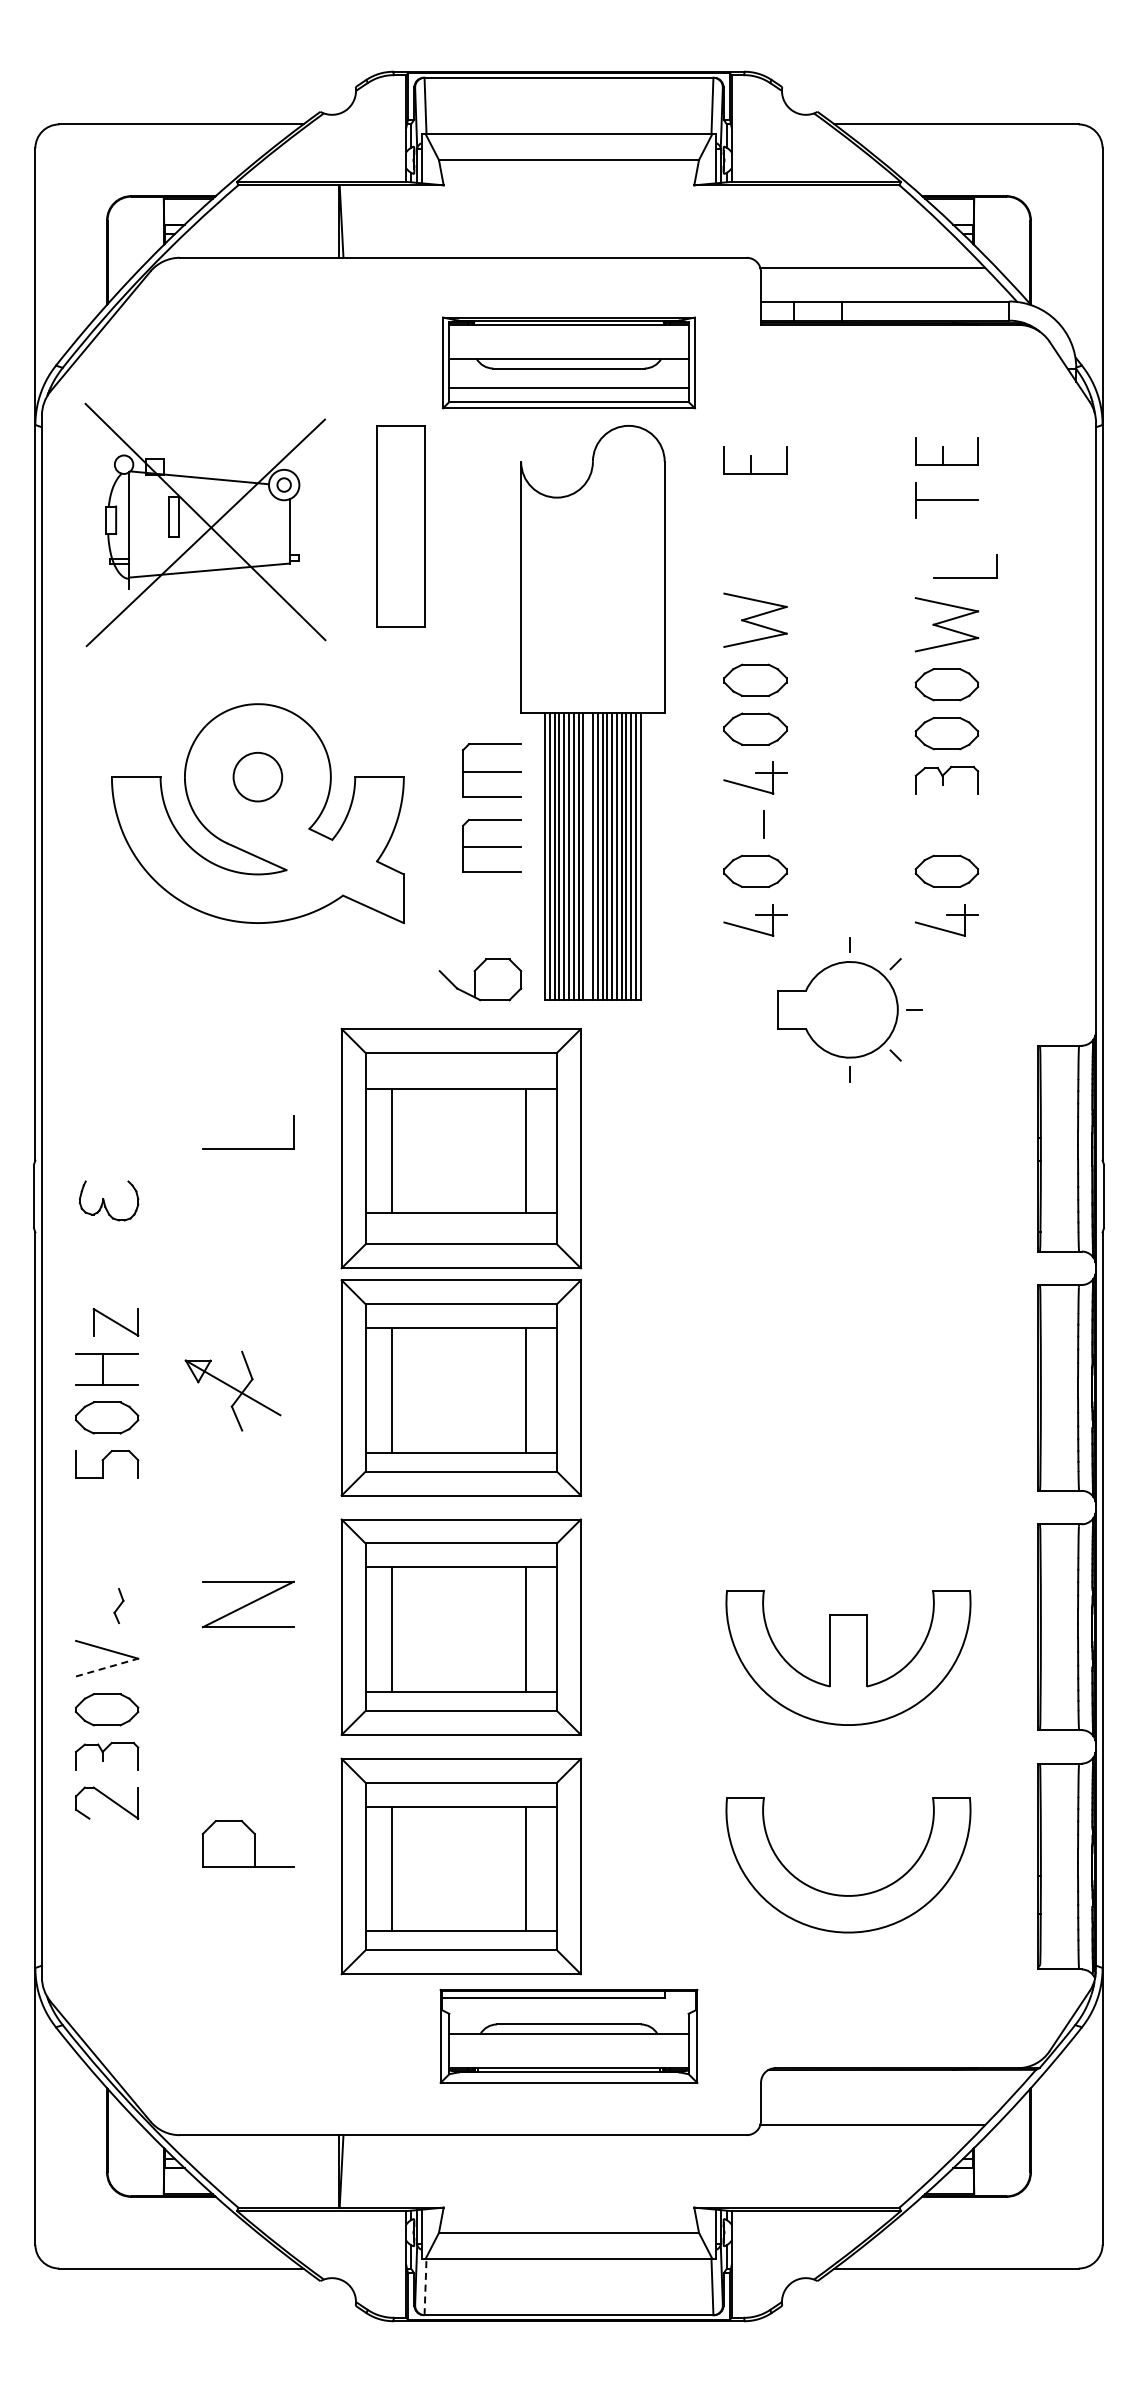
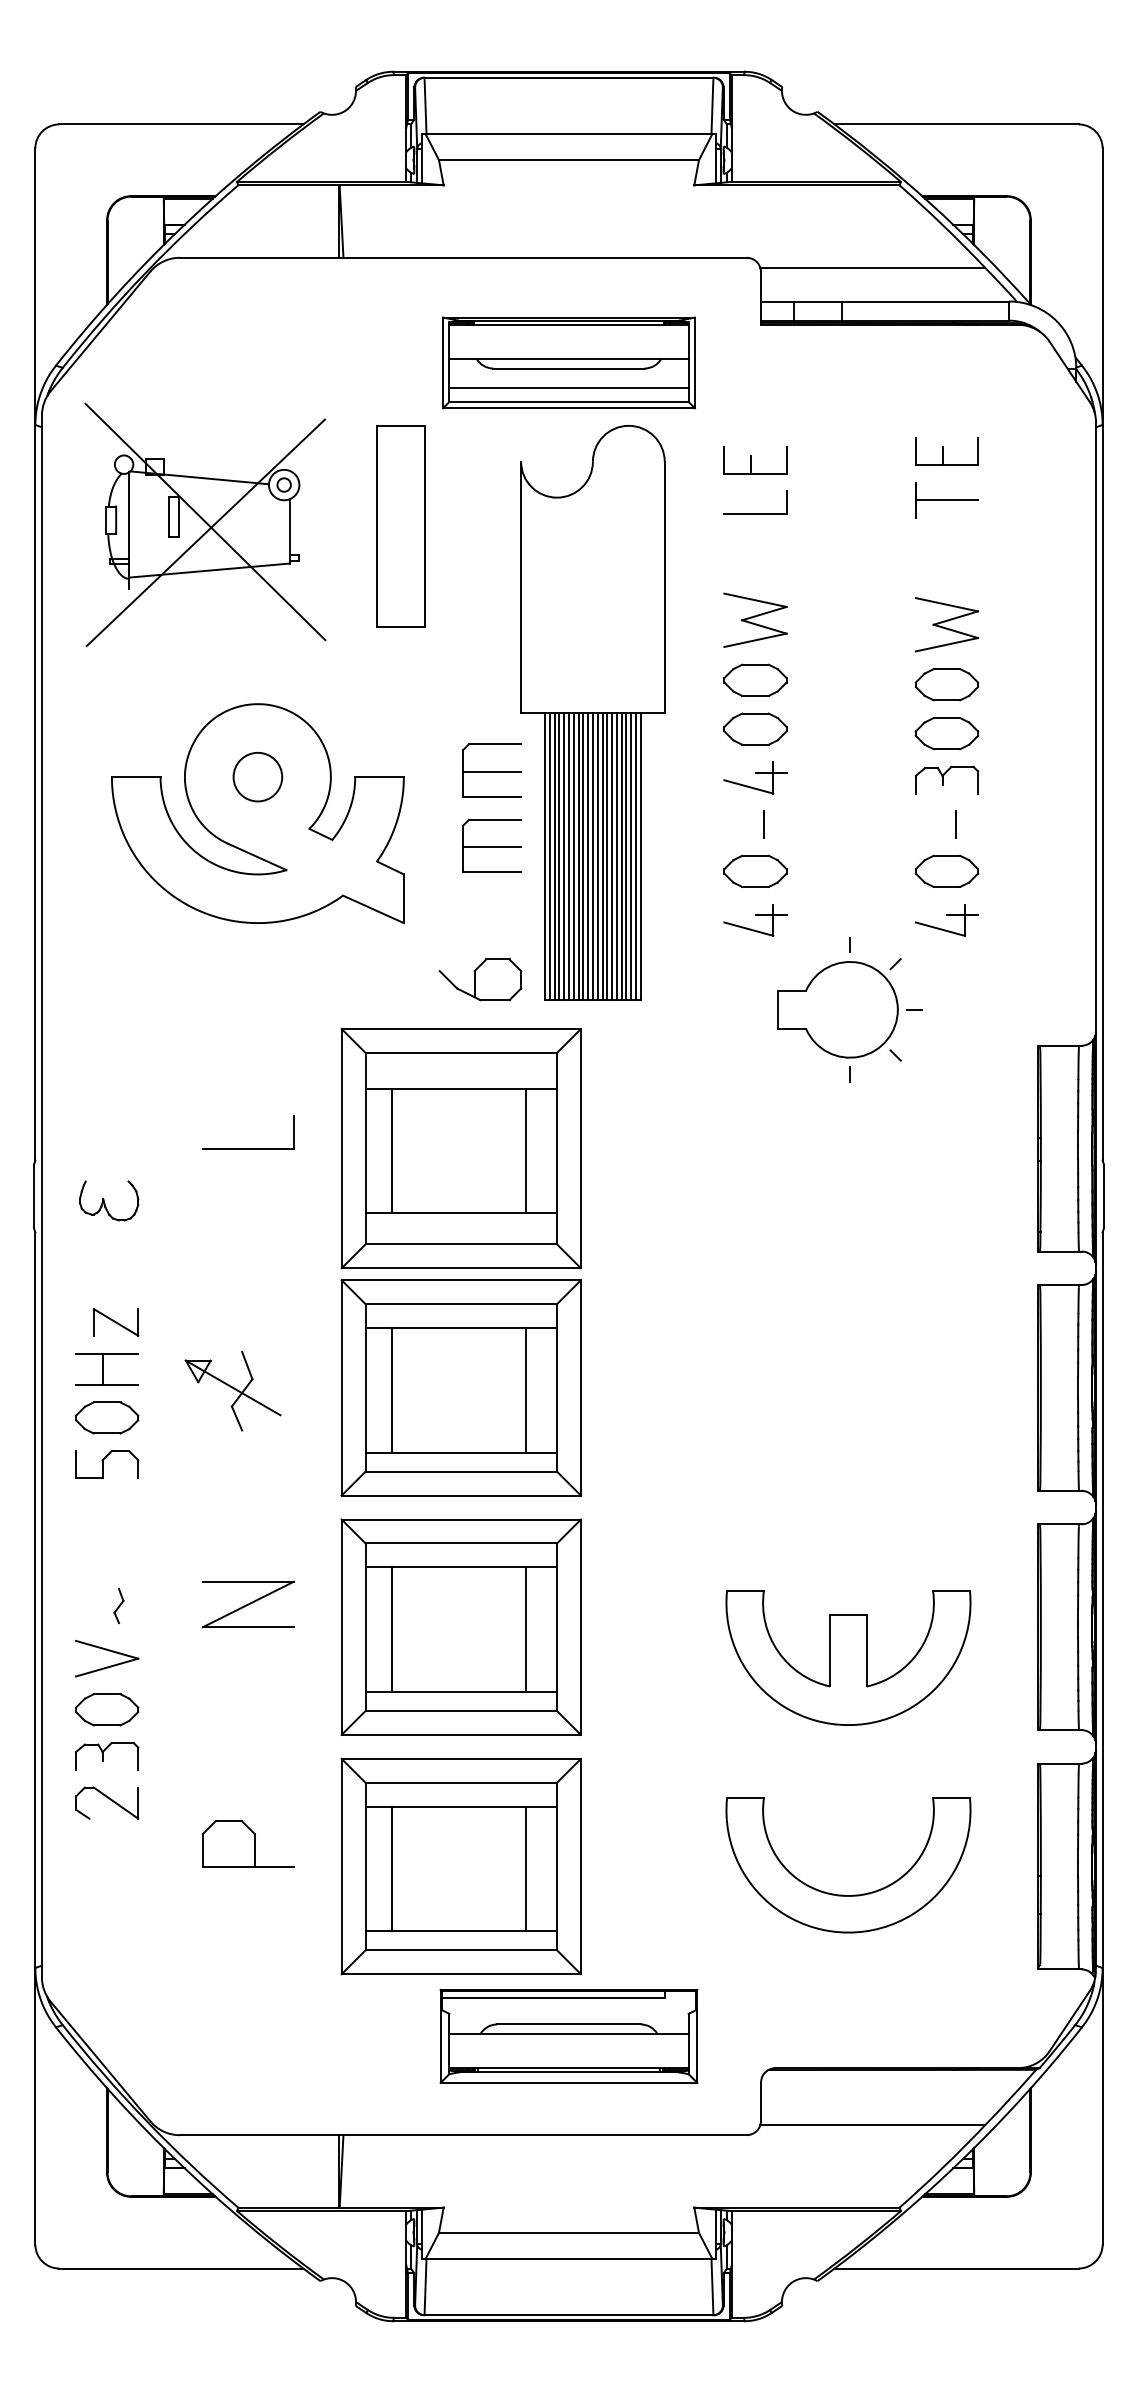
part at (965, 577) position: (965, 577) -> (755, 513)
line at (955, 824): none -> present
line at (588, 856): none -> present
line at (107, 1667): dashed -> solid
line at (425, 2286): dashed -> solid
